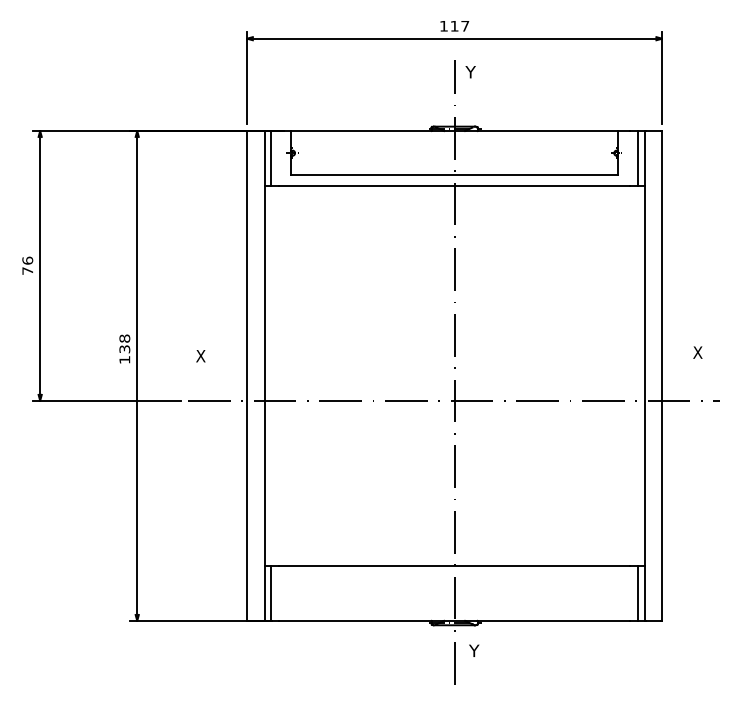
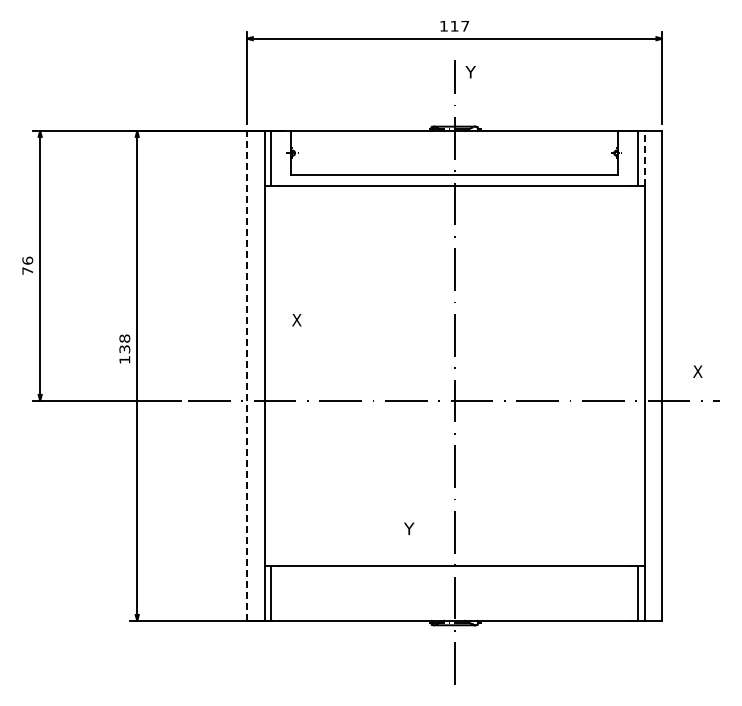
line at (644, 158): solid -> dashed
text at (697, 352) position: (697, 352) -> (697, 371)
text at (200, 356) position: (200, 356) -> (296, 320)
line at (246, 375): solid -> dashed
text at (474, 650) position: (474, 650) -> (409, 528)
